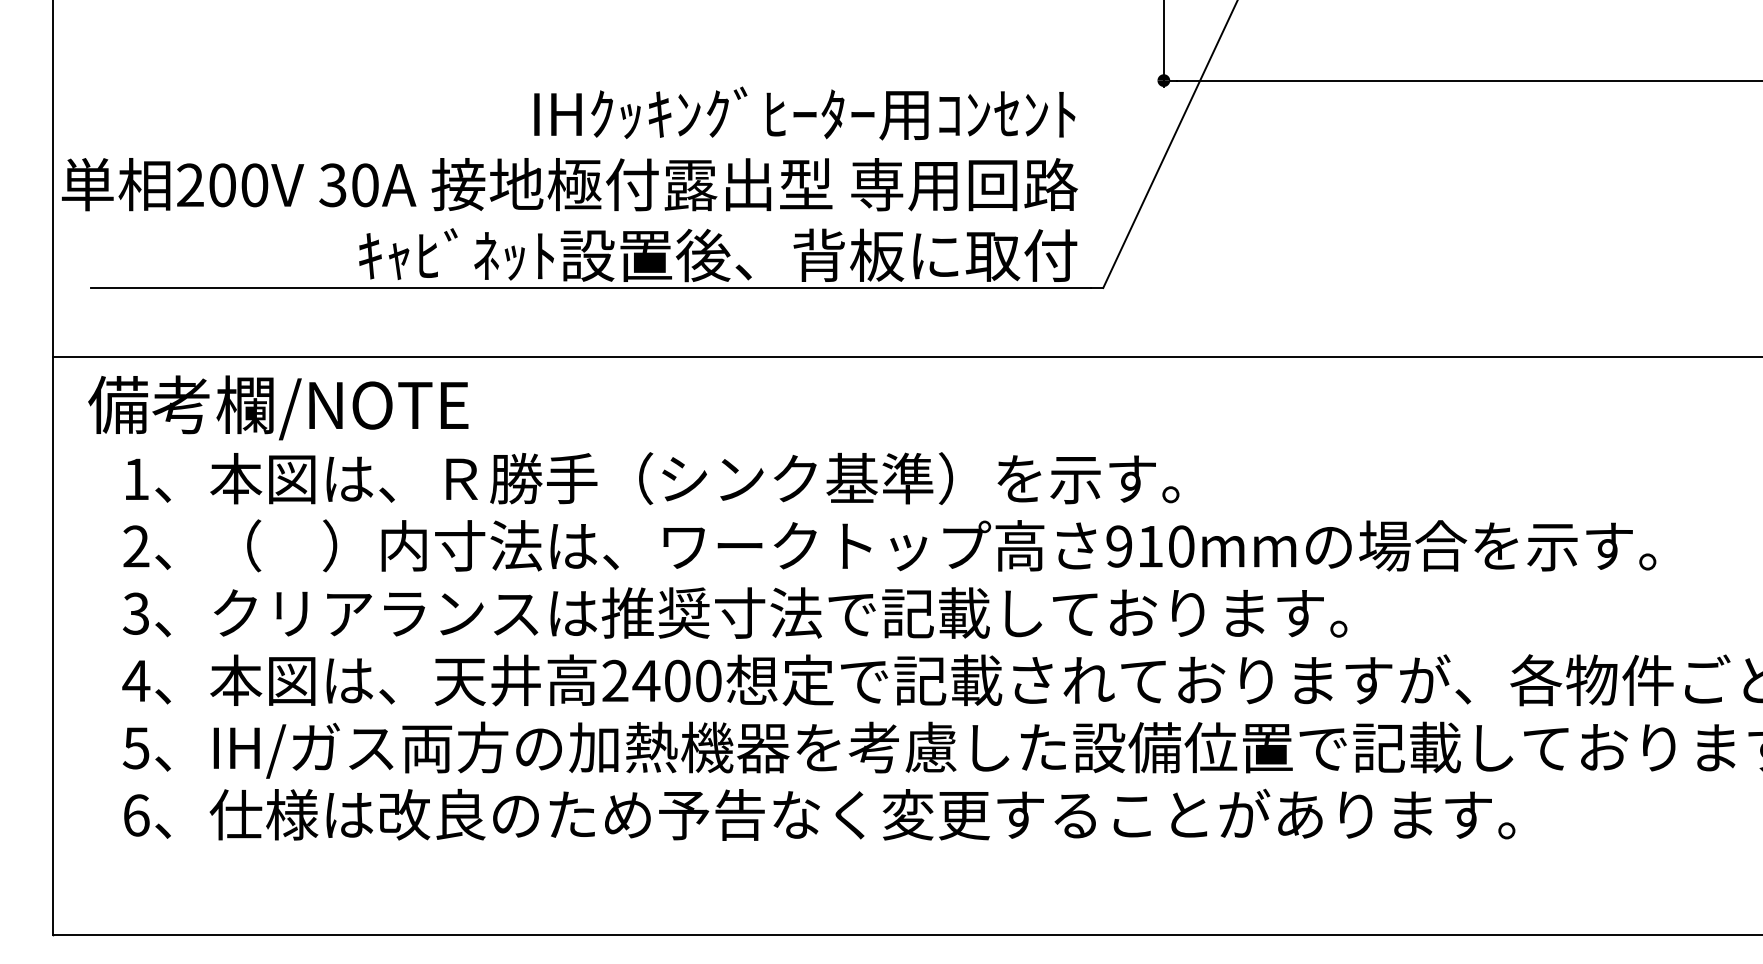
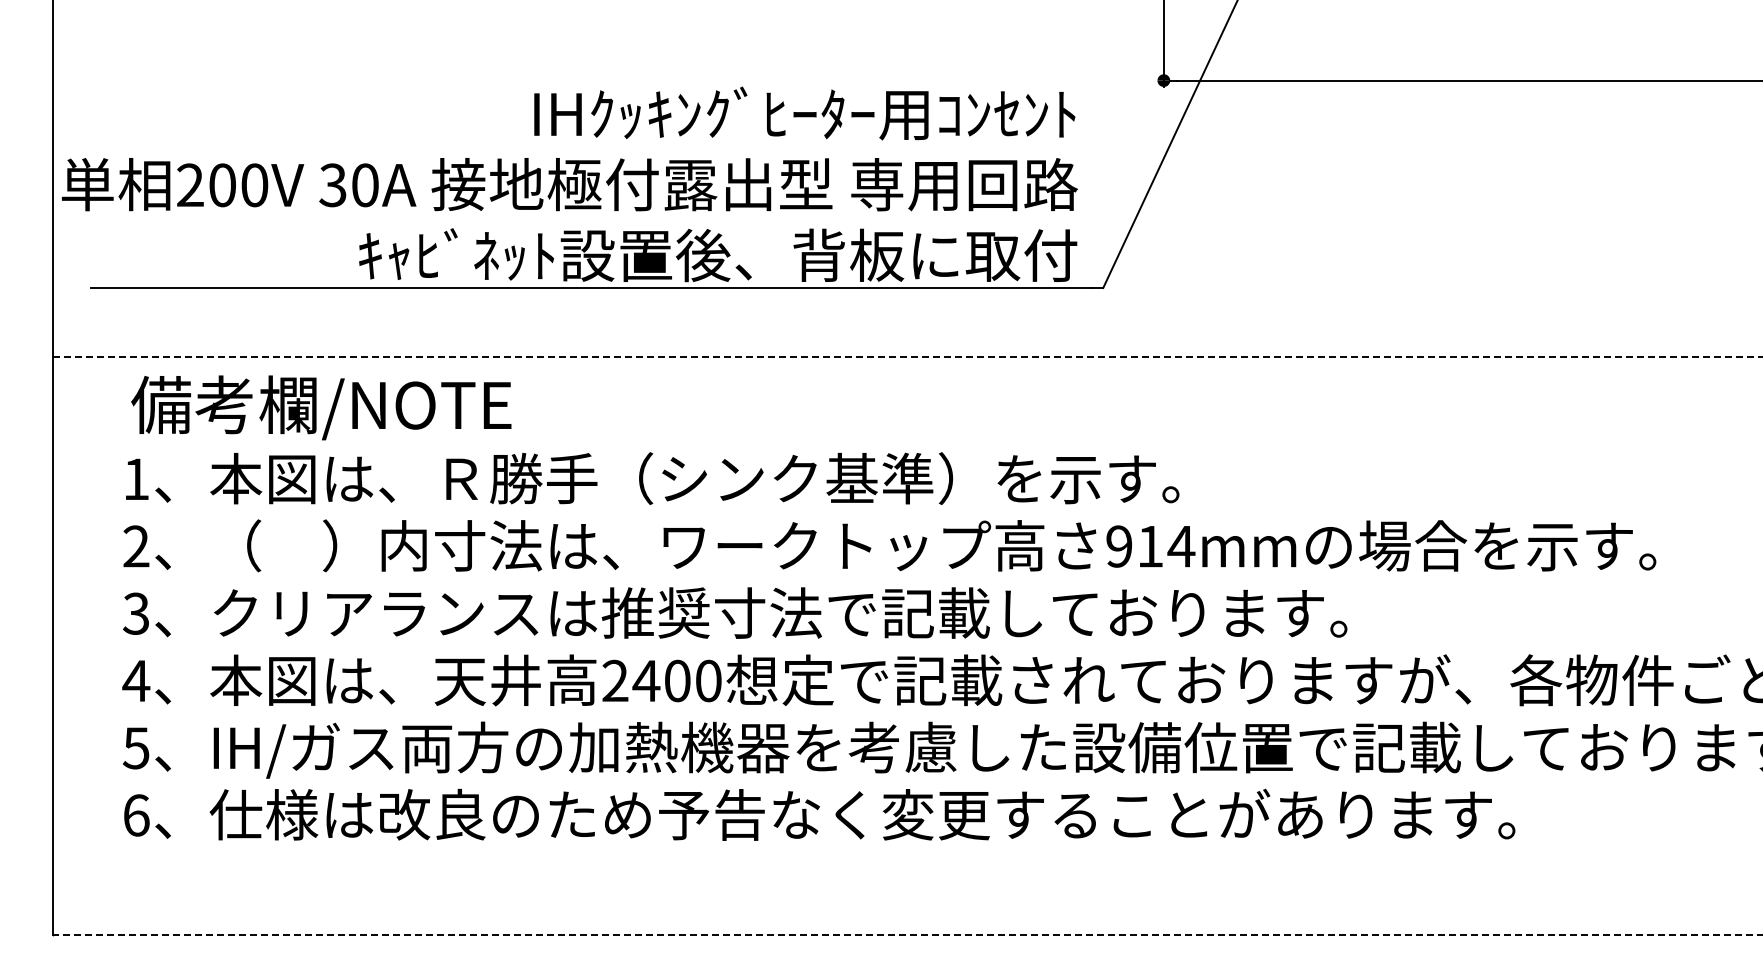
line at (908, 357): solid -> dashed
text at (278, 407) position: (278, 407) -> (321, 407)
text at (1181, 546): 910mm -> 914mm
line at (906, 935): solid -> dashed
